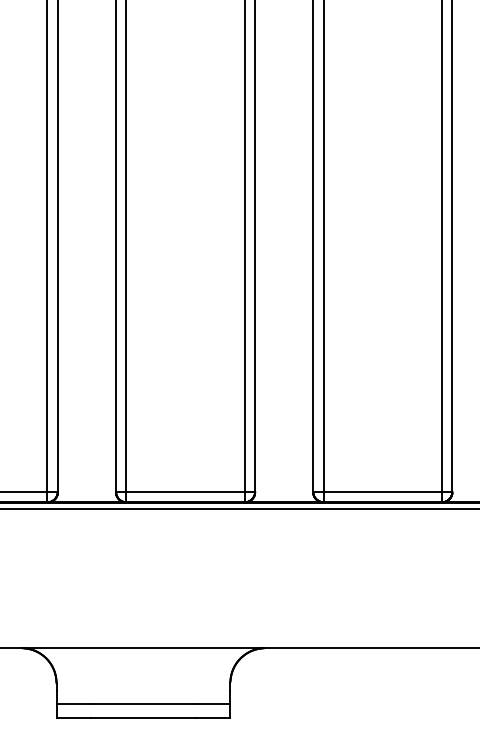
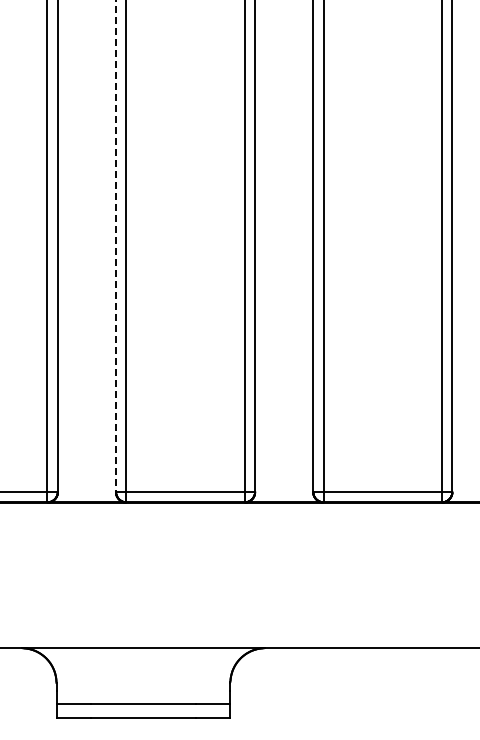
line at (115, 246): solid -> dashed
line at (239, 509): present -> none
